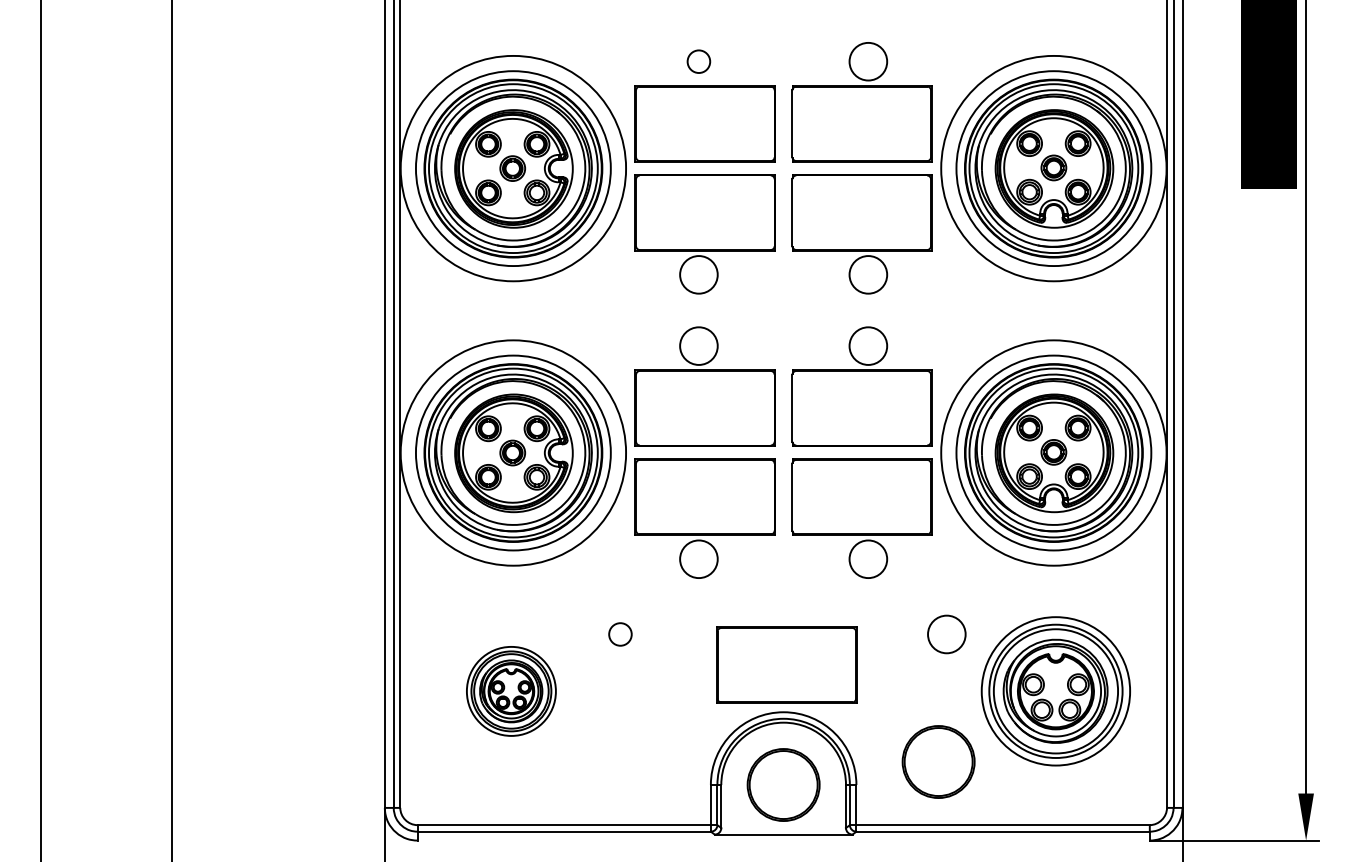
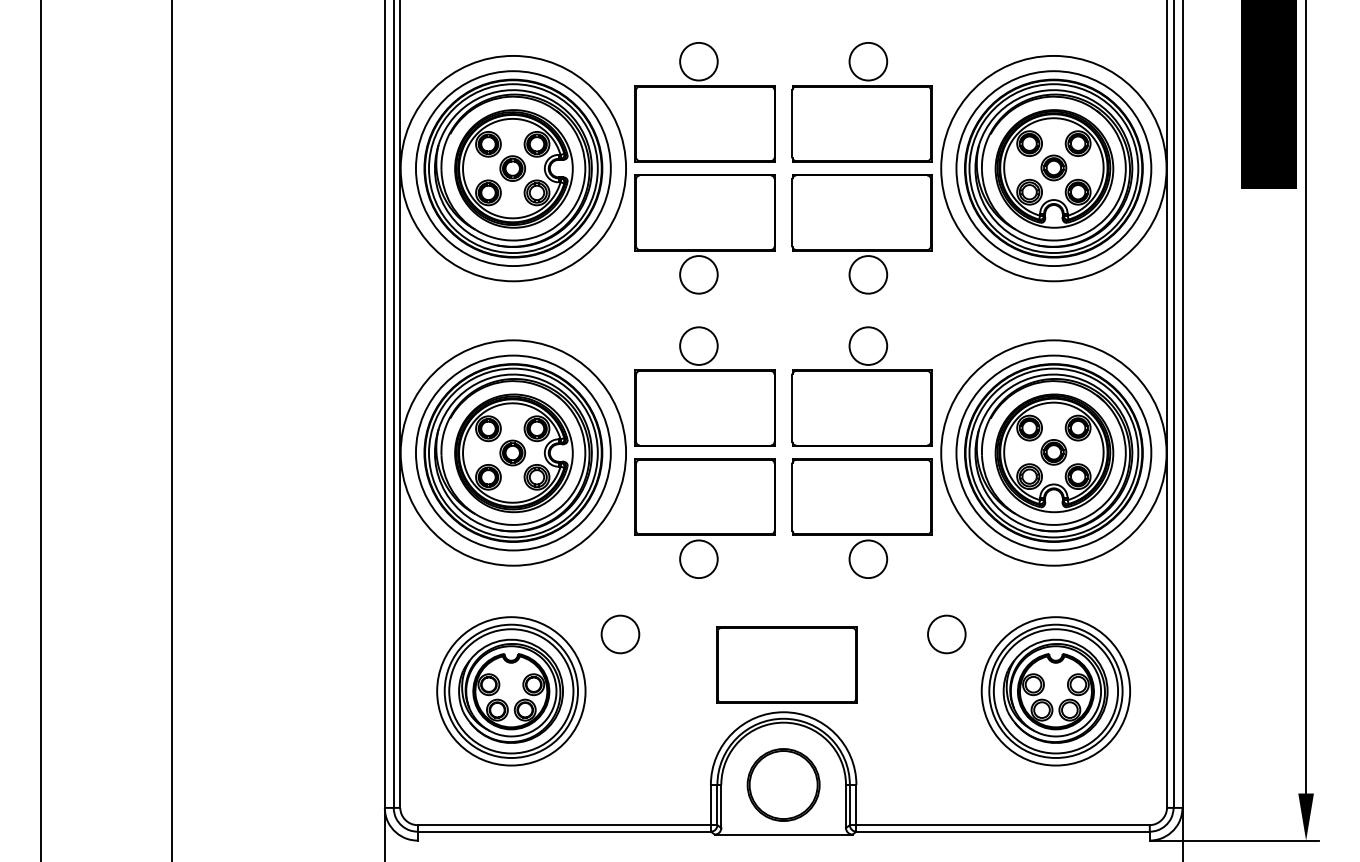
circle at (698, 61) diameter: 23 px -> 38 px
circle at (620, 634) diameter: 23 px -> 38 px
part at (511, 691) size: 91x91 px -> 151x151 px
part at (938, 761): present -> none
